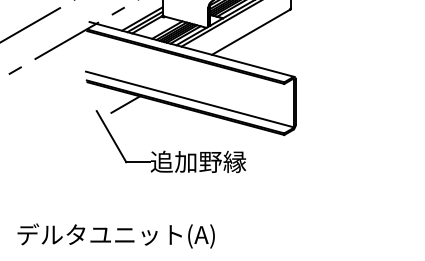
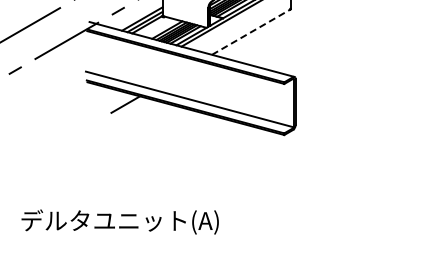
line at (251, 32): solid -> dashed
part at (164, 150): present -> none
text at (115, 235) position: (115, 235) -> (119, 221)
